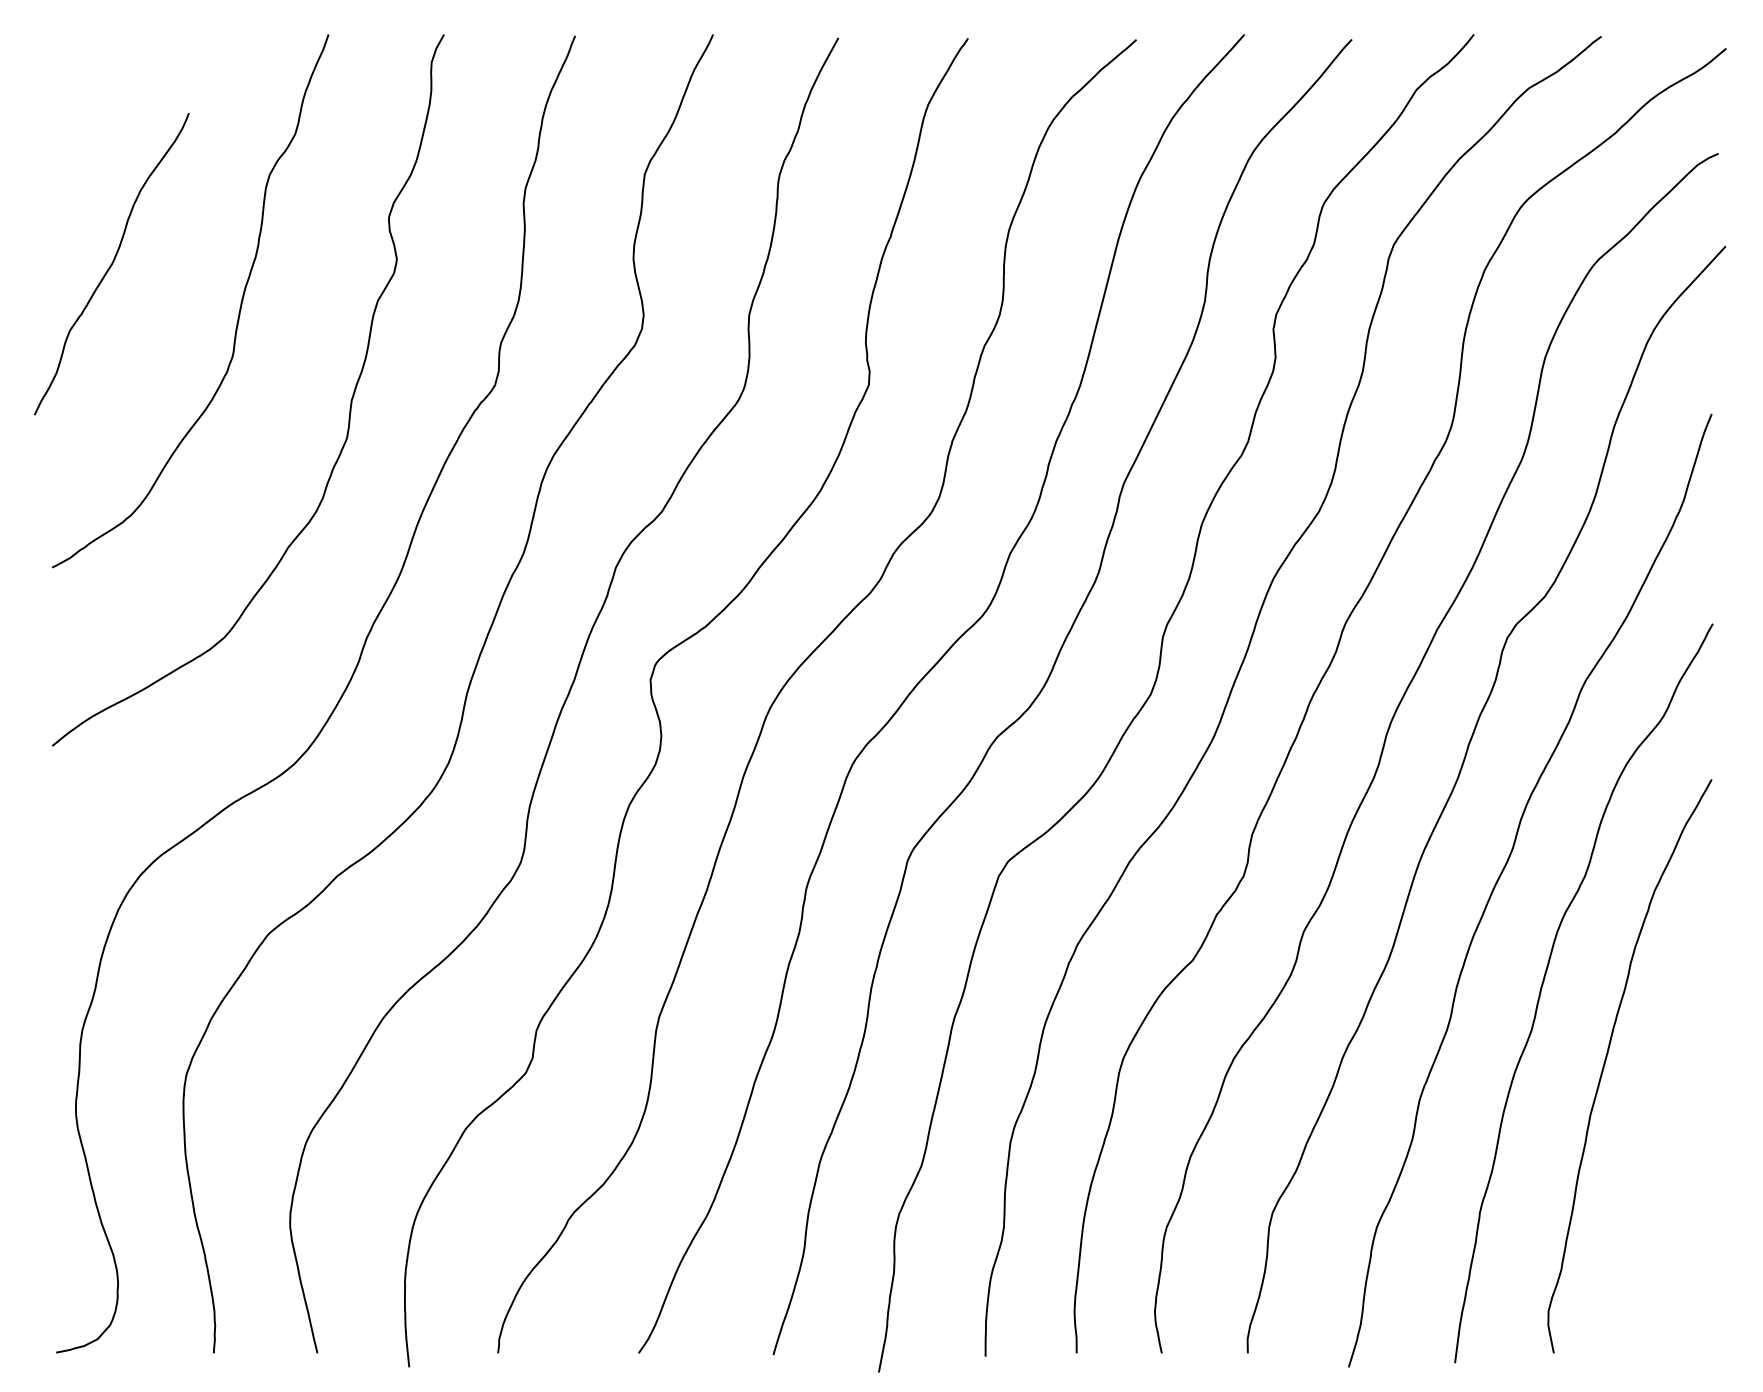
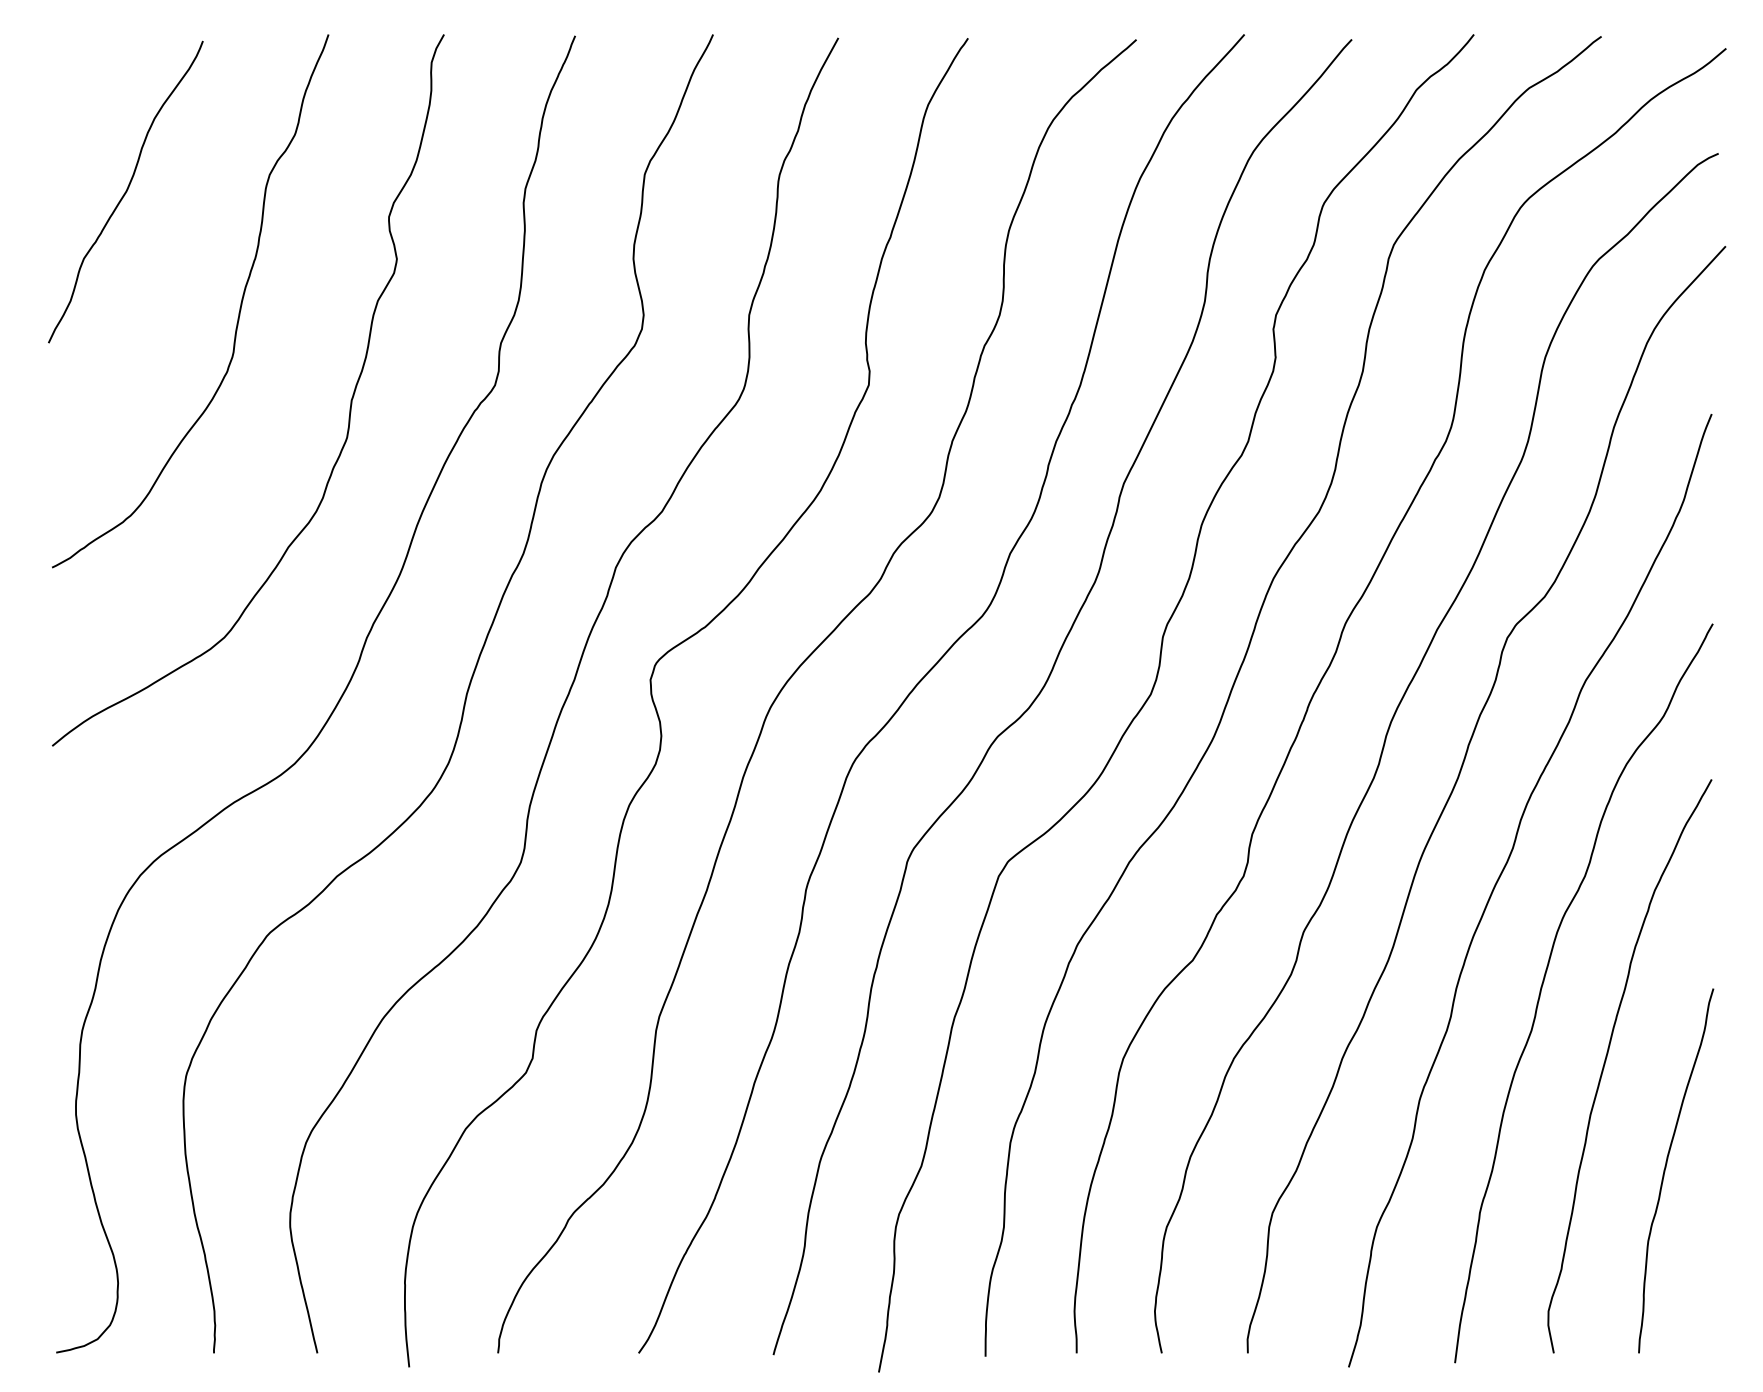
curve at (111, 263) position: (111, 263) -> (125, 191)
curve at (1666, 1168): none -> present
